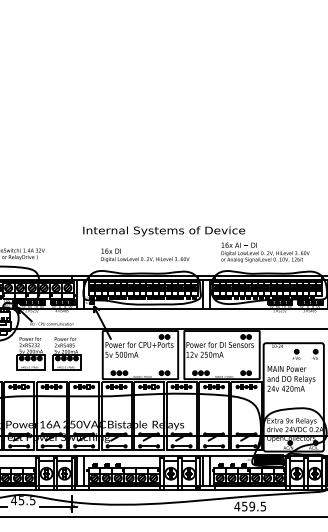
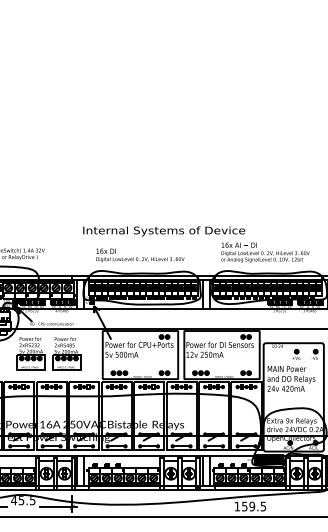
text at (145, 255) position: (145, 255) -> (140, 255)
text at (237, 506): 459.5 -> 159.5
